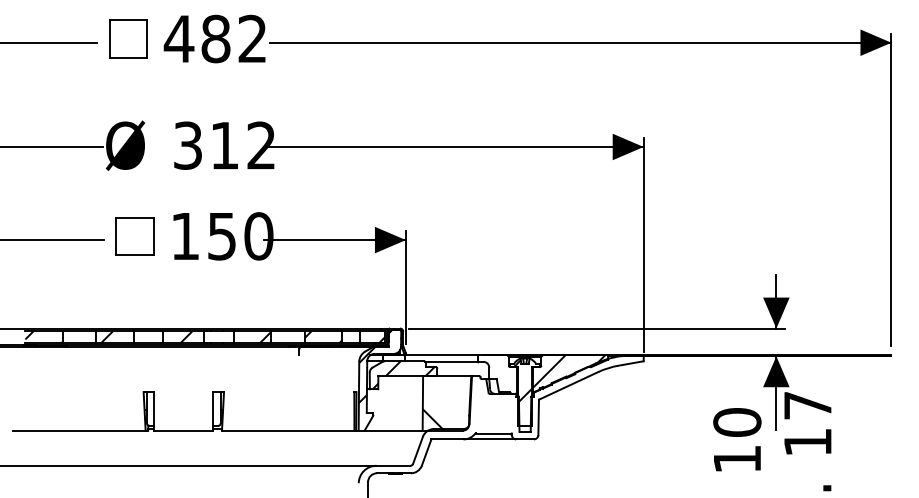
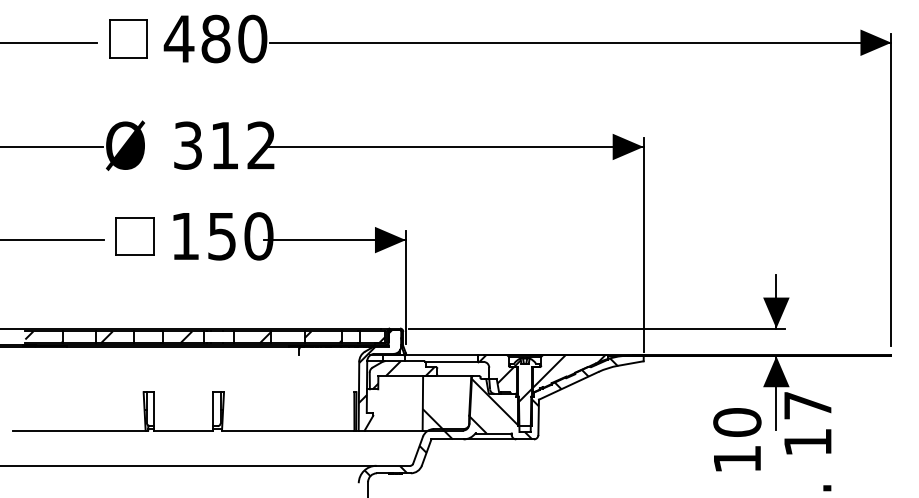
text at (252, 38): 482 -> 480
hatch at (496, 369): none -> present
hatch at (490, 417): none -> present
